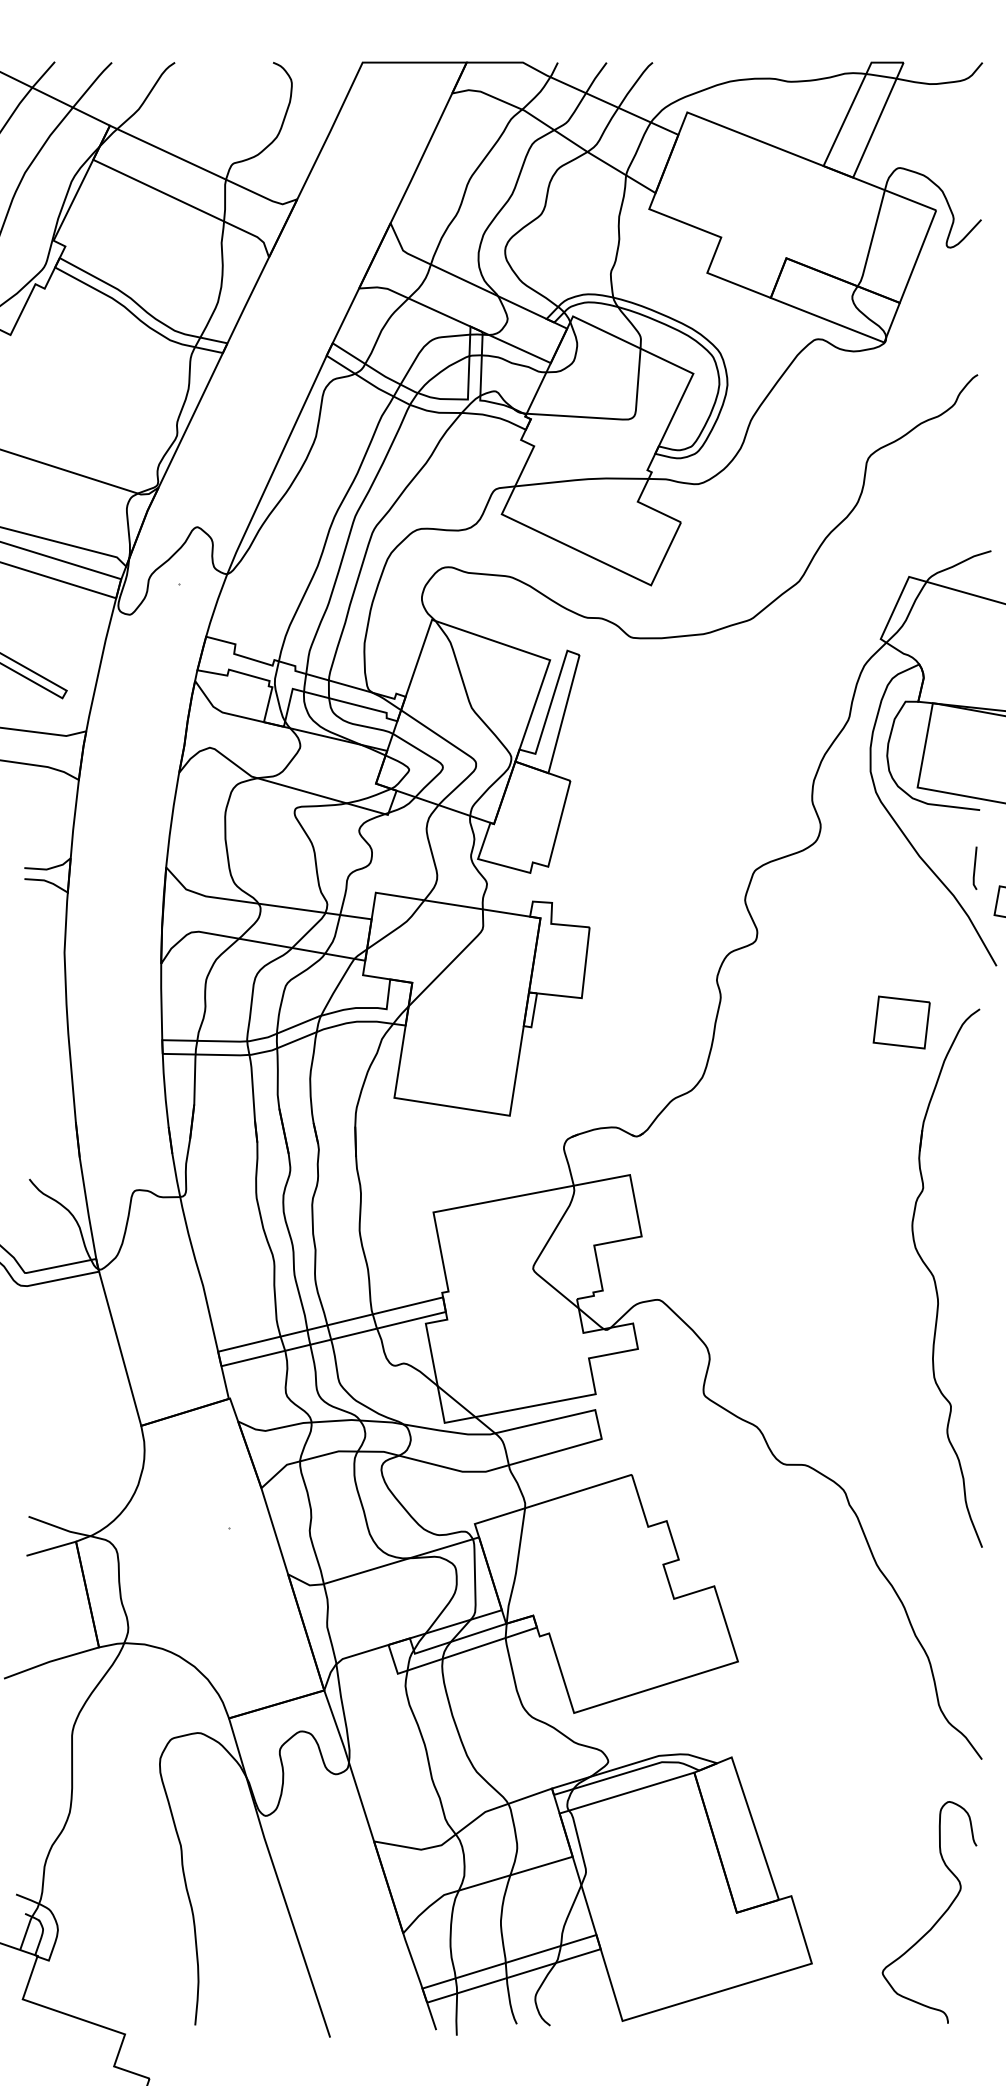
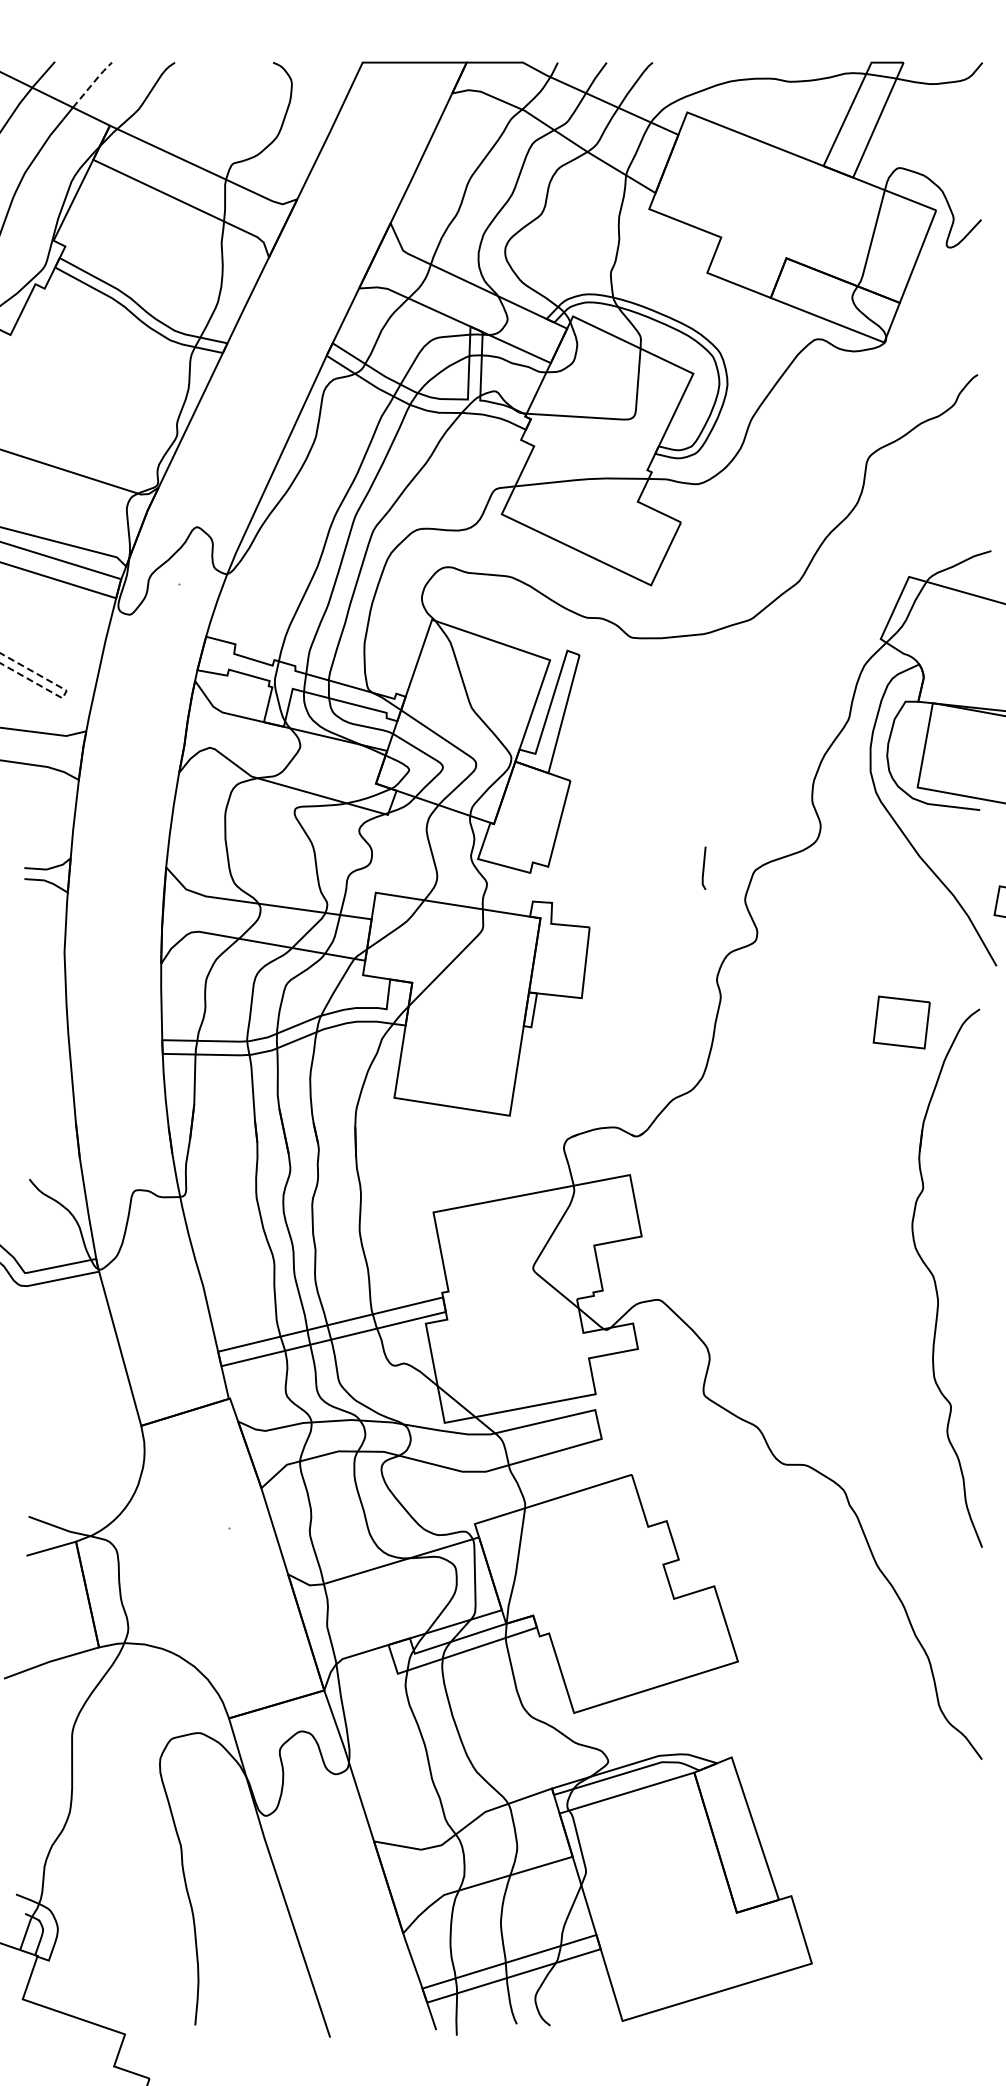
line at (93, 83): solid -> dashed
line at (65, 692): solid -> dashed
line at (974, 867) position: (974, 867) -> (703, 867)
curve at (937, 1919): present -> none
